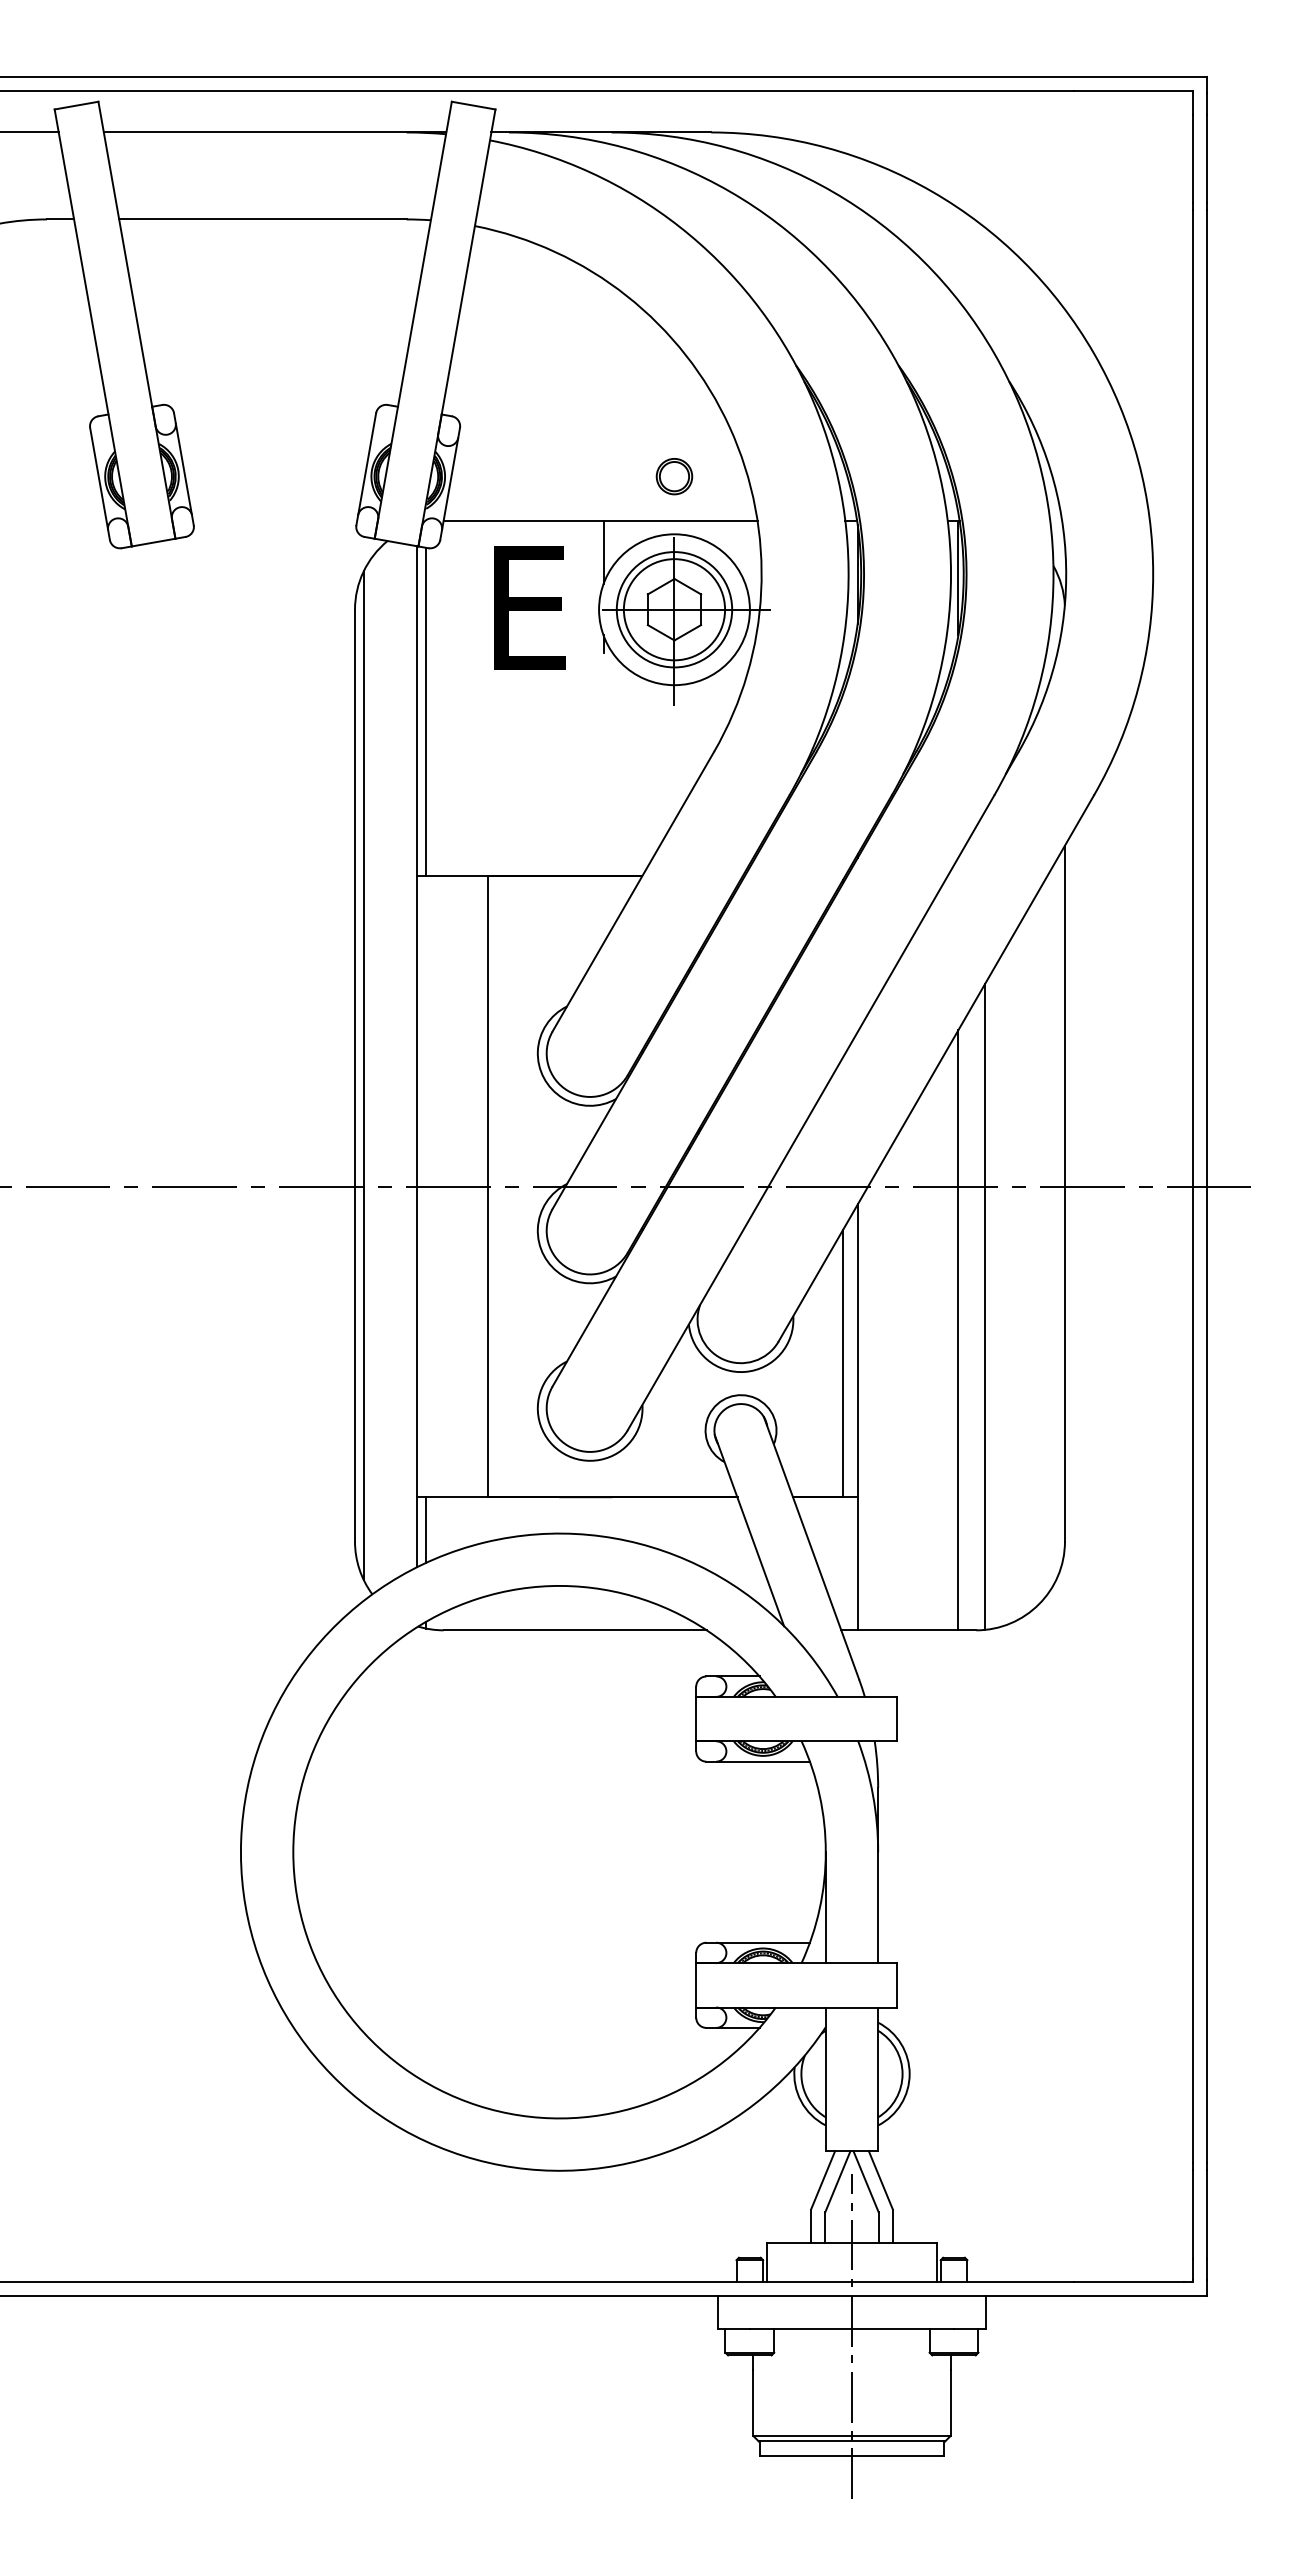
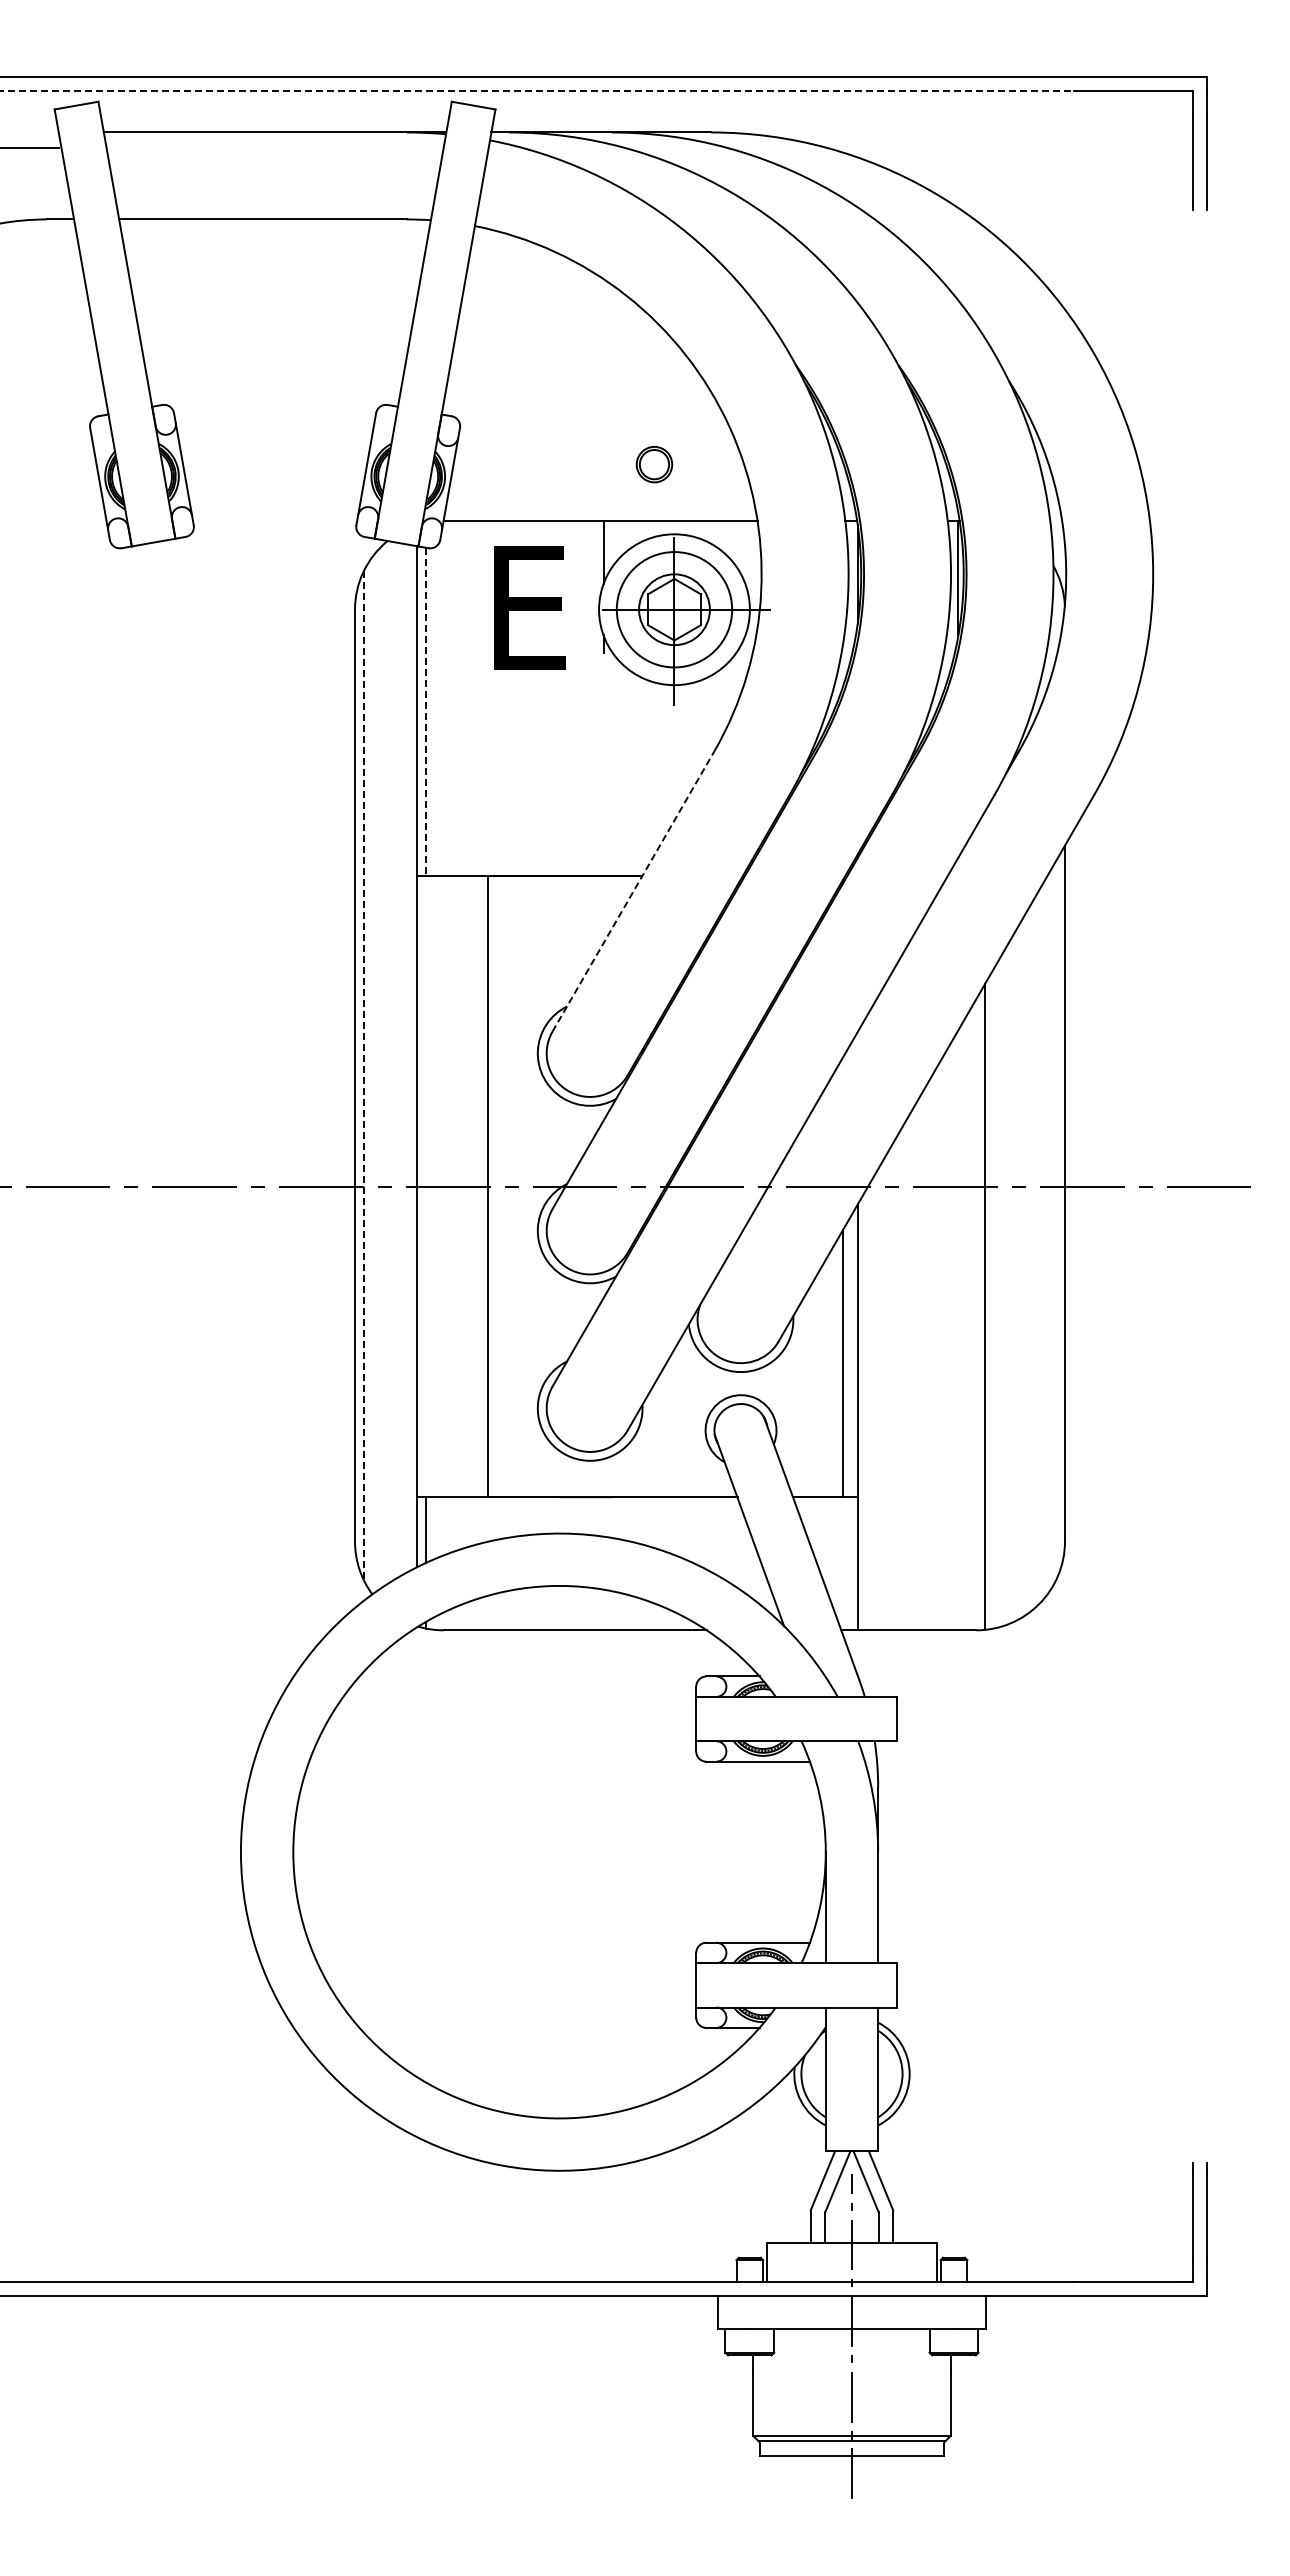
line at (537, 91): solid -> dashed
line at (30, 132) position: (30, 132) -> (30, 148)
part at (674, 476) position: (674, 476) -> (654, 464)
circle at (674, 609) diameter: 101 px -> 71 px
line at (426, 712): solid -> dashed
line at (633, 891): solid -> dashed
line at (363, 1075): solid -> dashed
line at (1192, 1186): present -> none
line at (1206, 1186): present -> none
line at (958, 1330): present -> none
